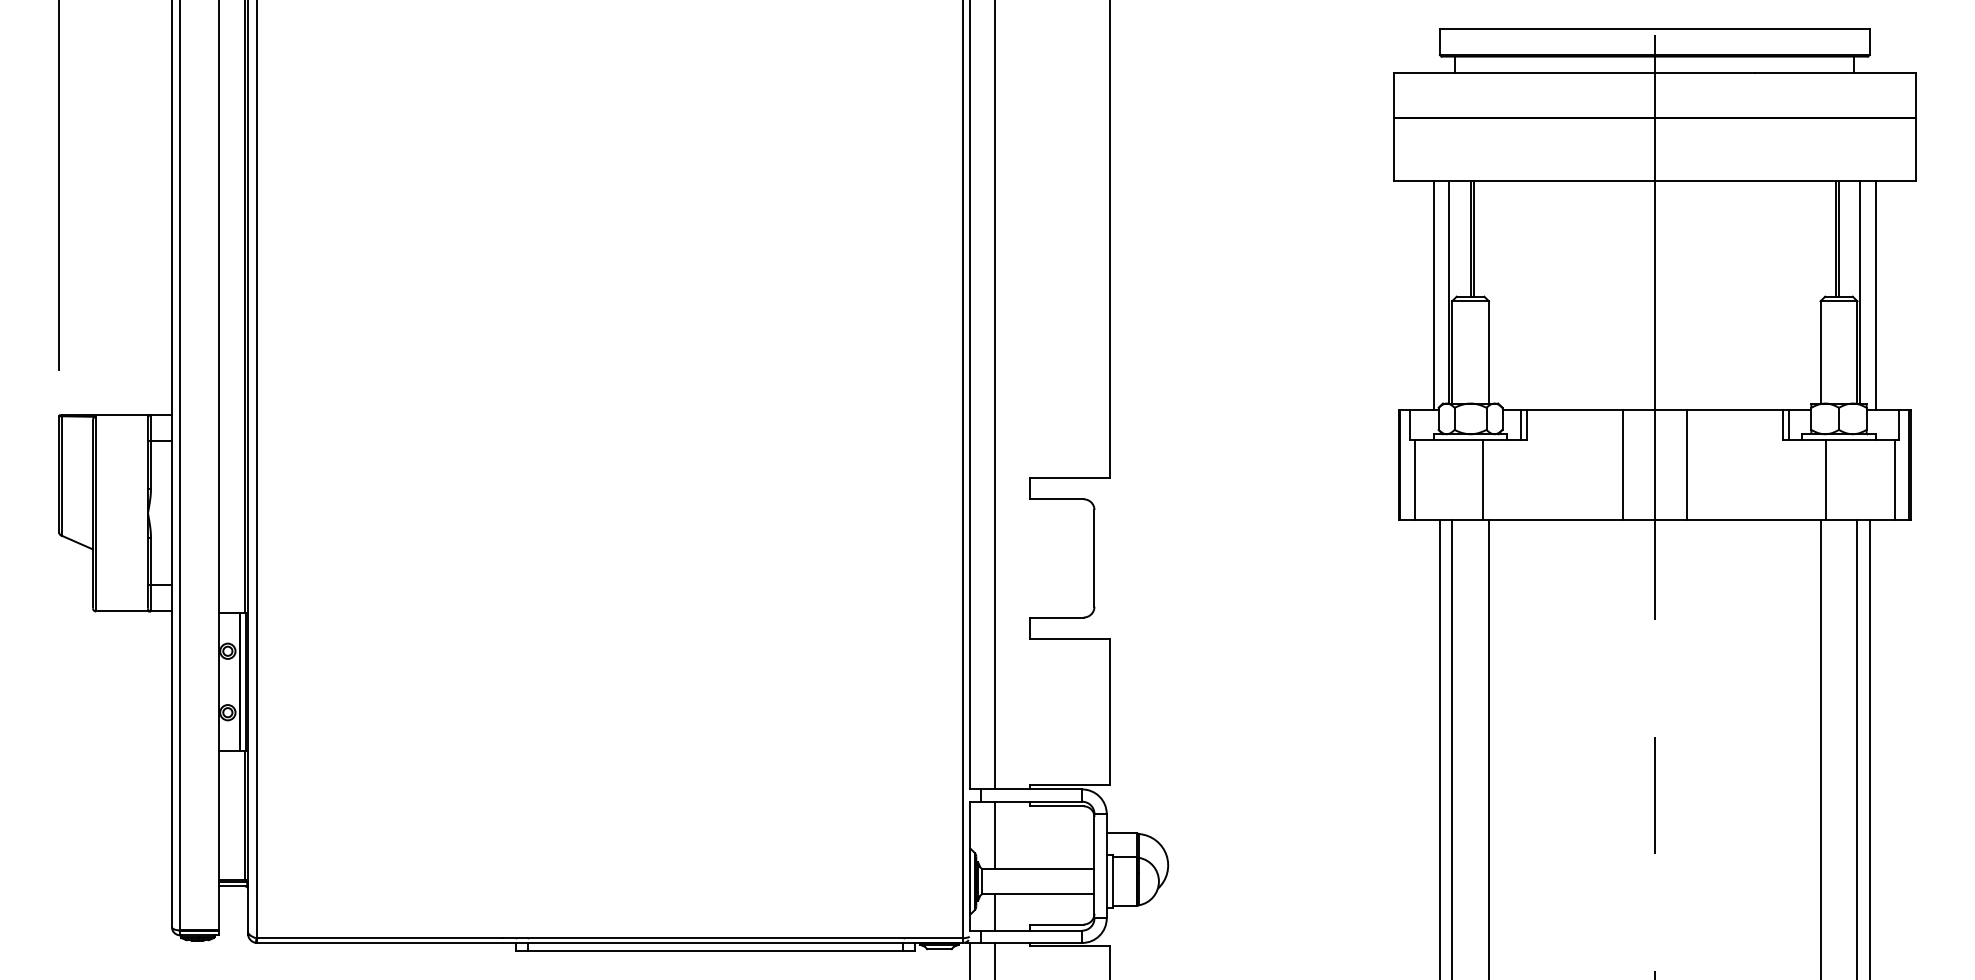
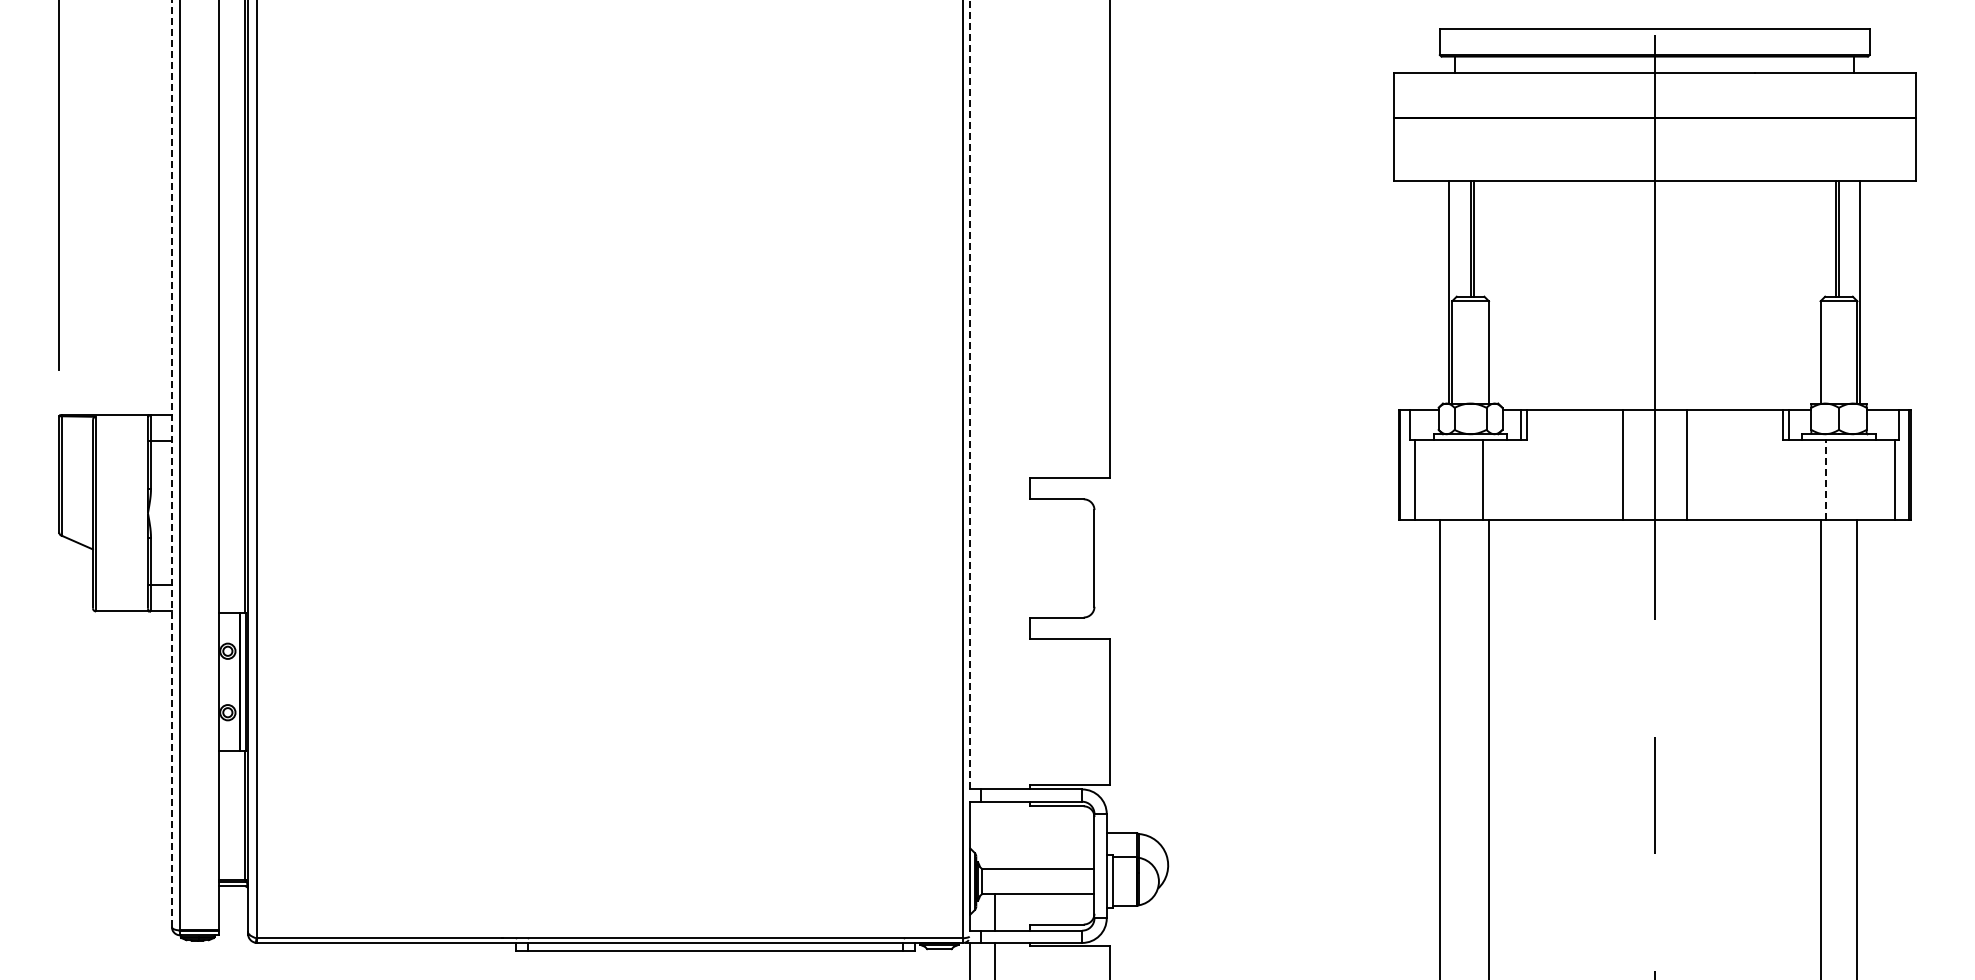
line at (1433, 294): present -> none
line at (1875, 294): present -> none
line at (970, 394): solid -> dashed
line at (994, 395): present -> none
line at (171, 463): solid -> dashed
line at (1826, 480): solid -> dashed
line at (1452, 748): present -> none
line at (1869, 748): present -> none
line at (994, 835): present -> none
